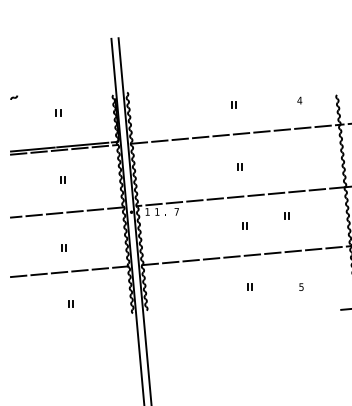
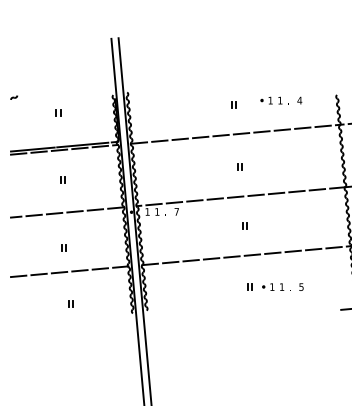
part at (274, 100): none -> present
part at (286, 215): present -> none
part at (276, 286): none -> present
